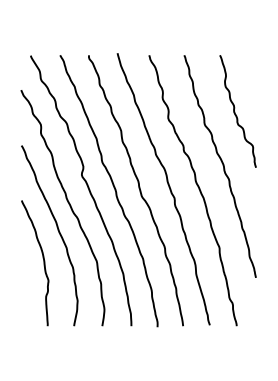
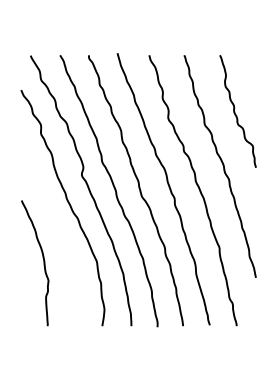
curve at (57, 230): present -> none
